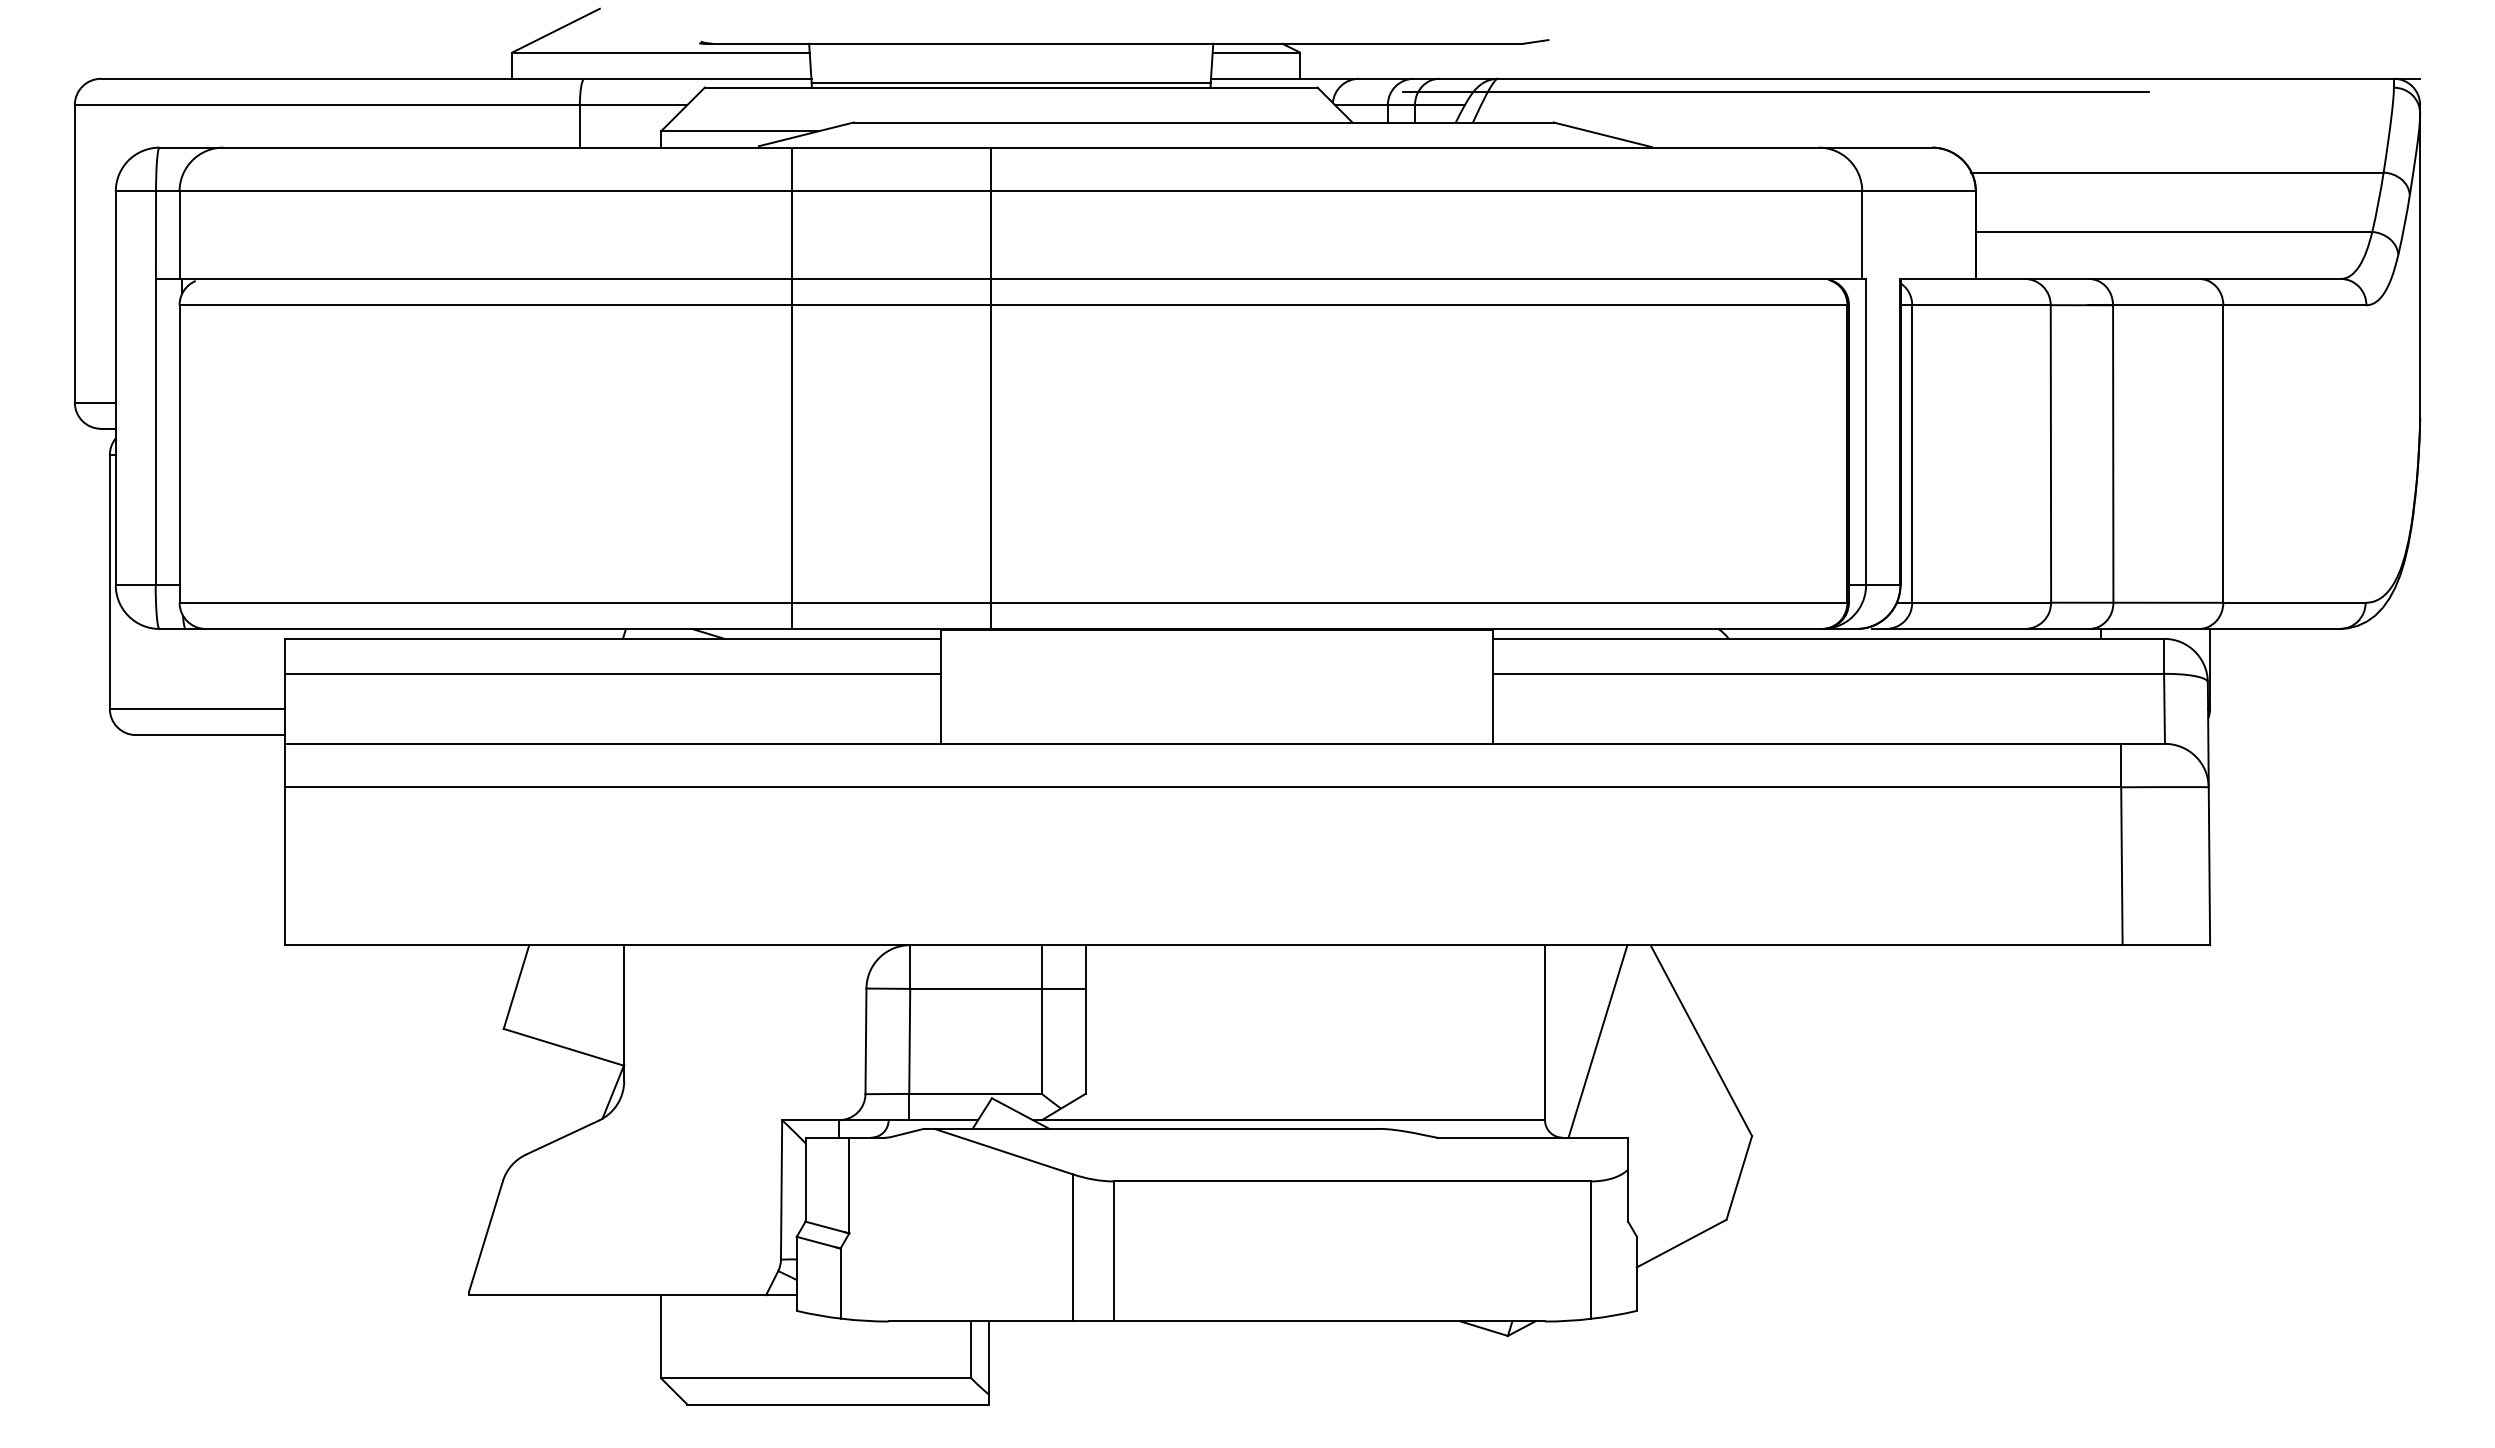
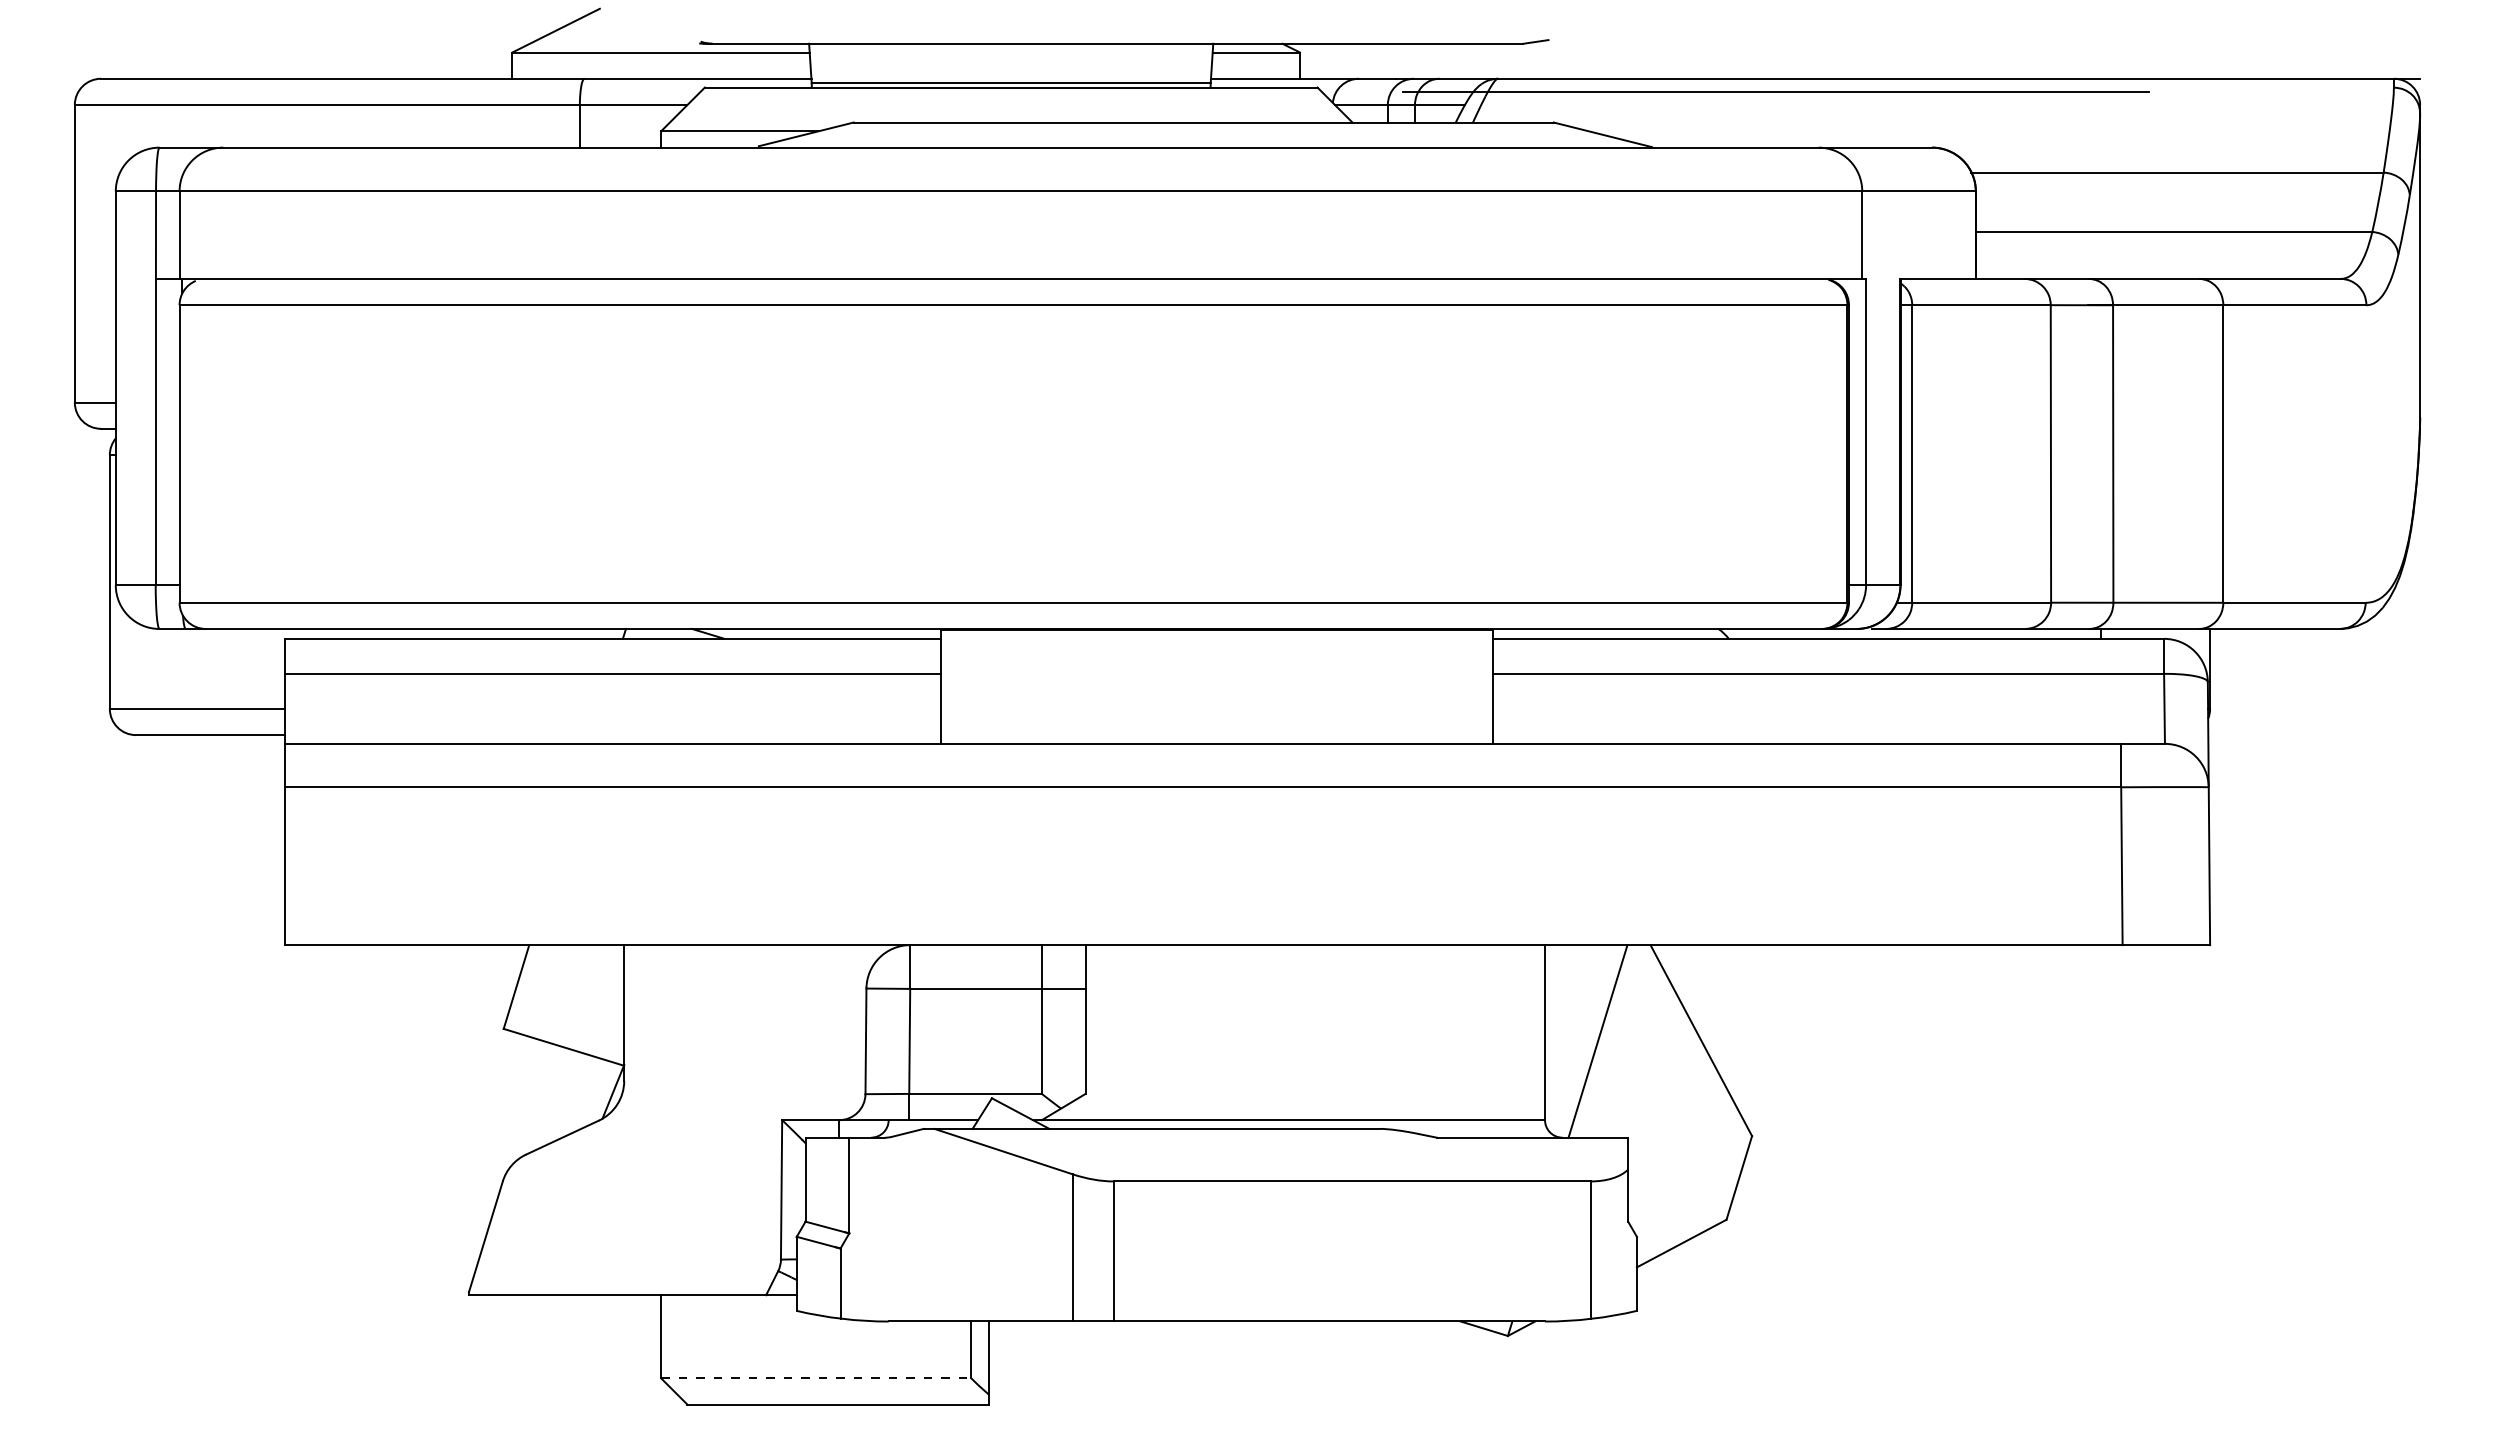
line at (792, 387): present -> none
line at (990, 387): present -> none
line at (816, 1378): solid -> dashed
